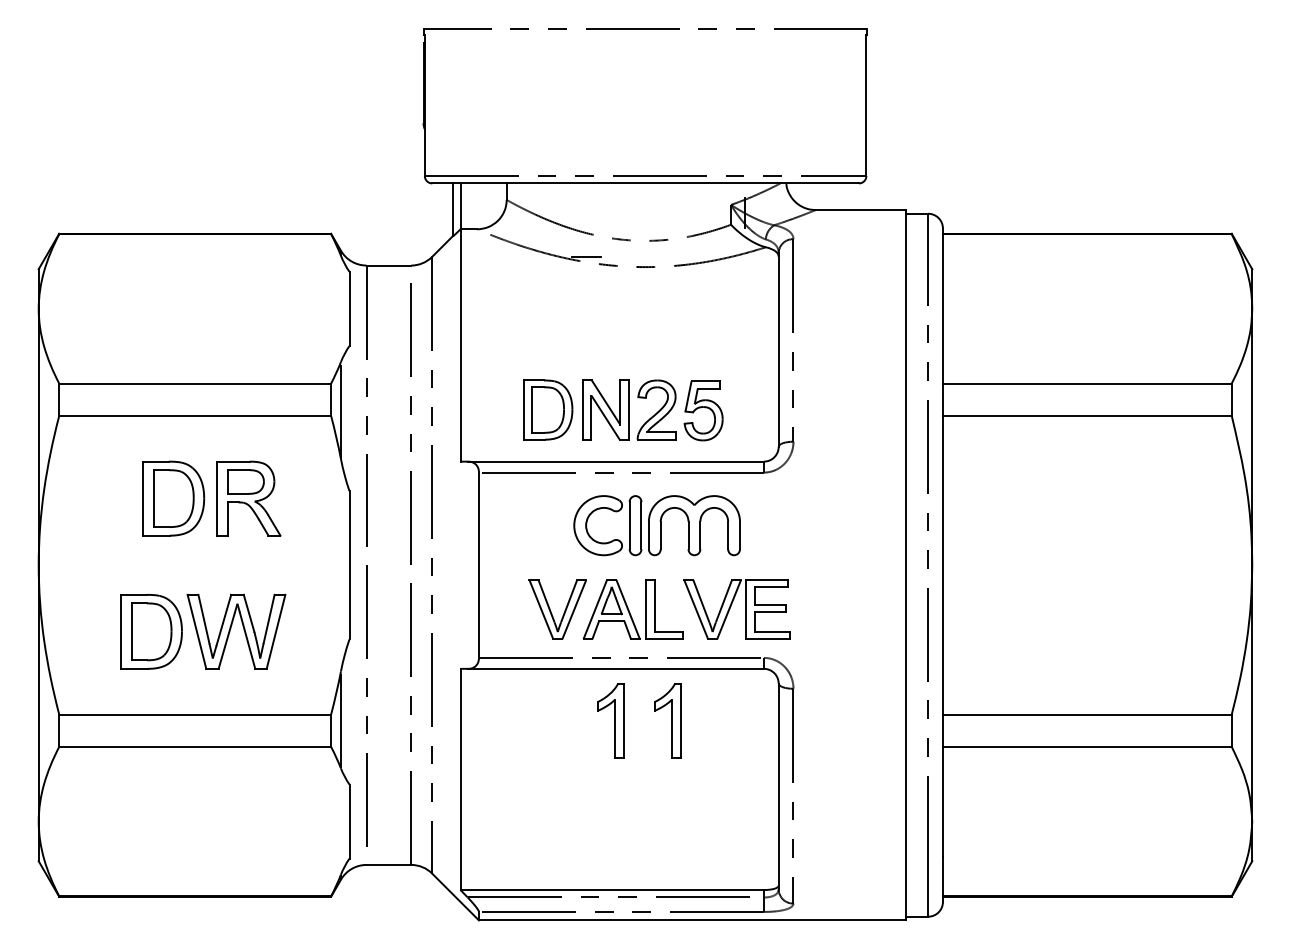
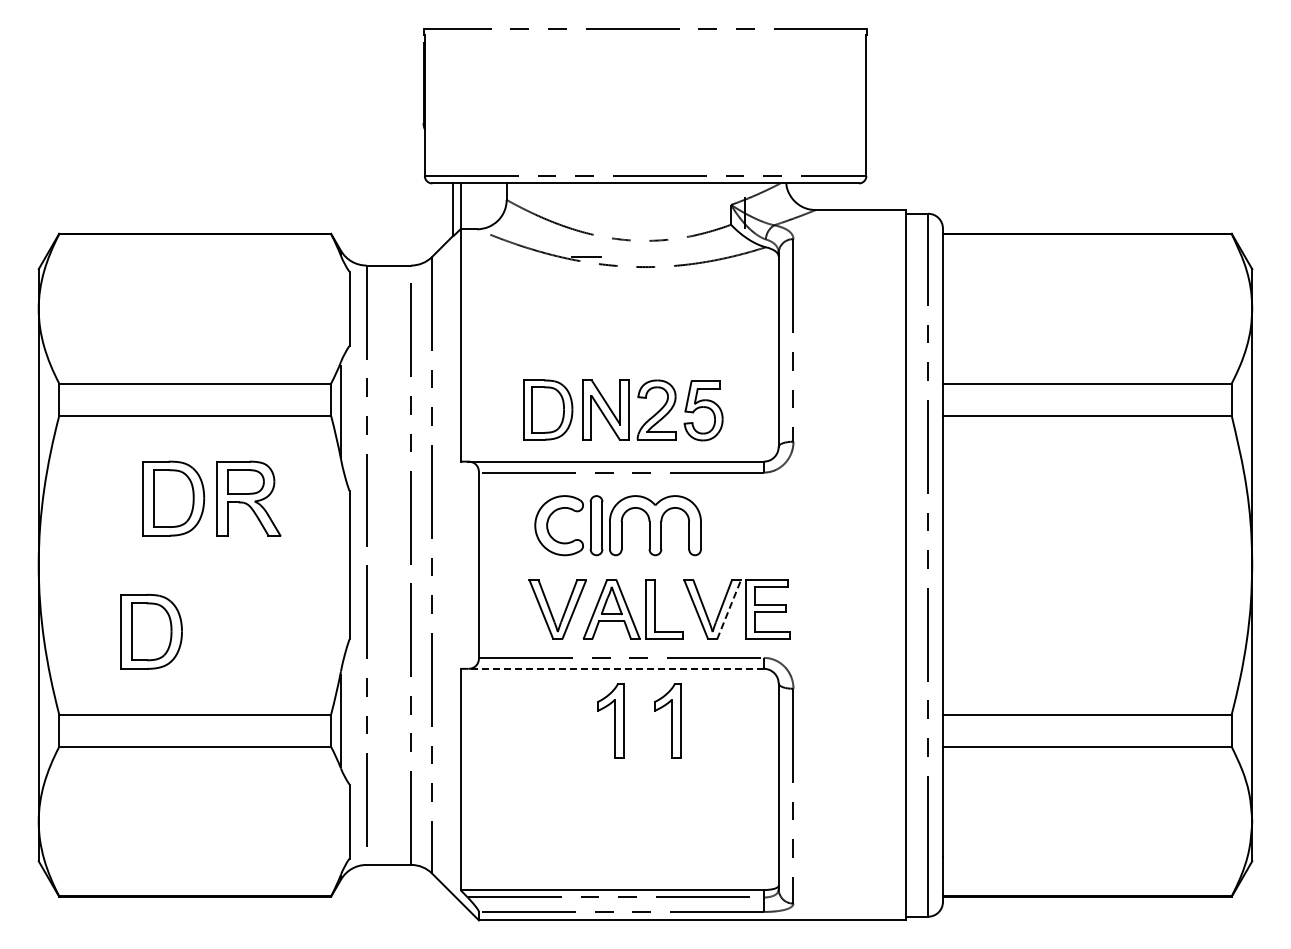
part at (656, 525) position: (656, 525) -> (617, 525)
line at (729, 609): solid -> dashed
part at (236, 631): present -> none
line at (616, 668): solid -> dashed
